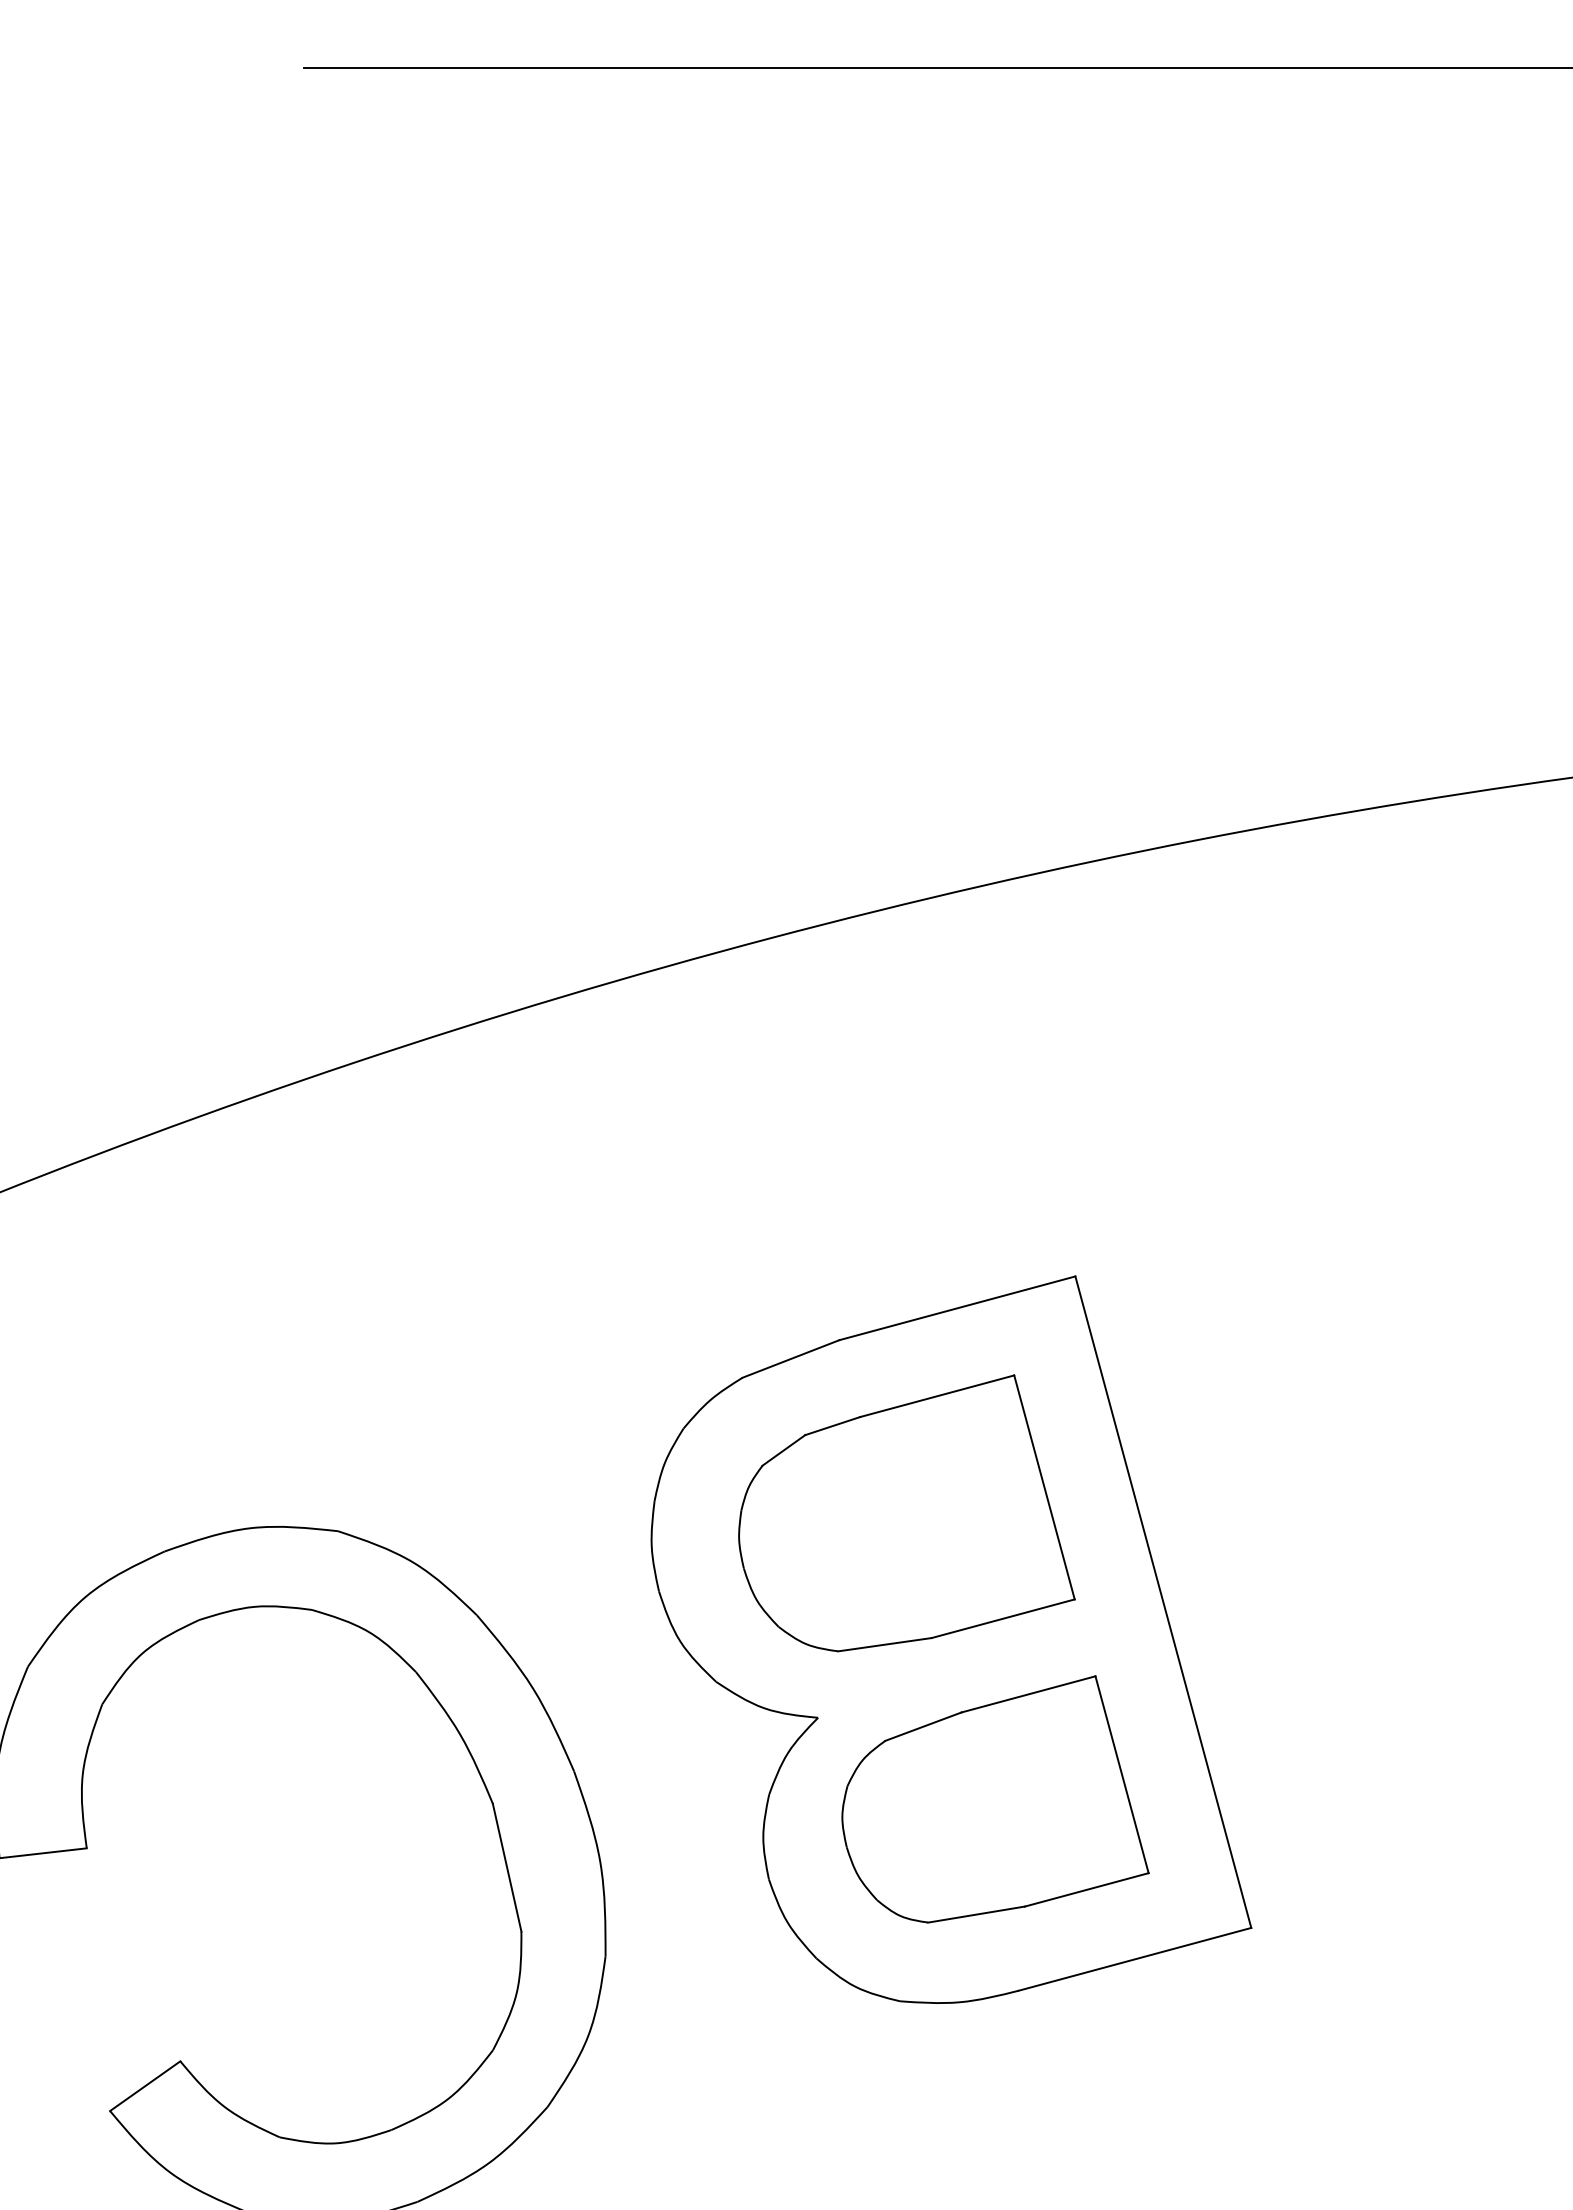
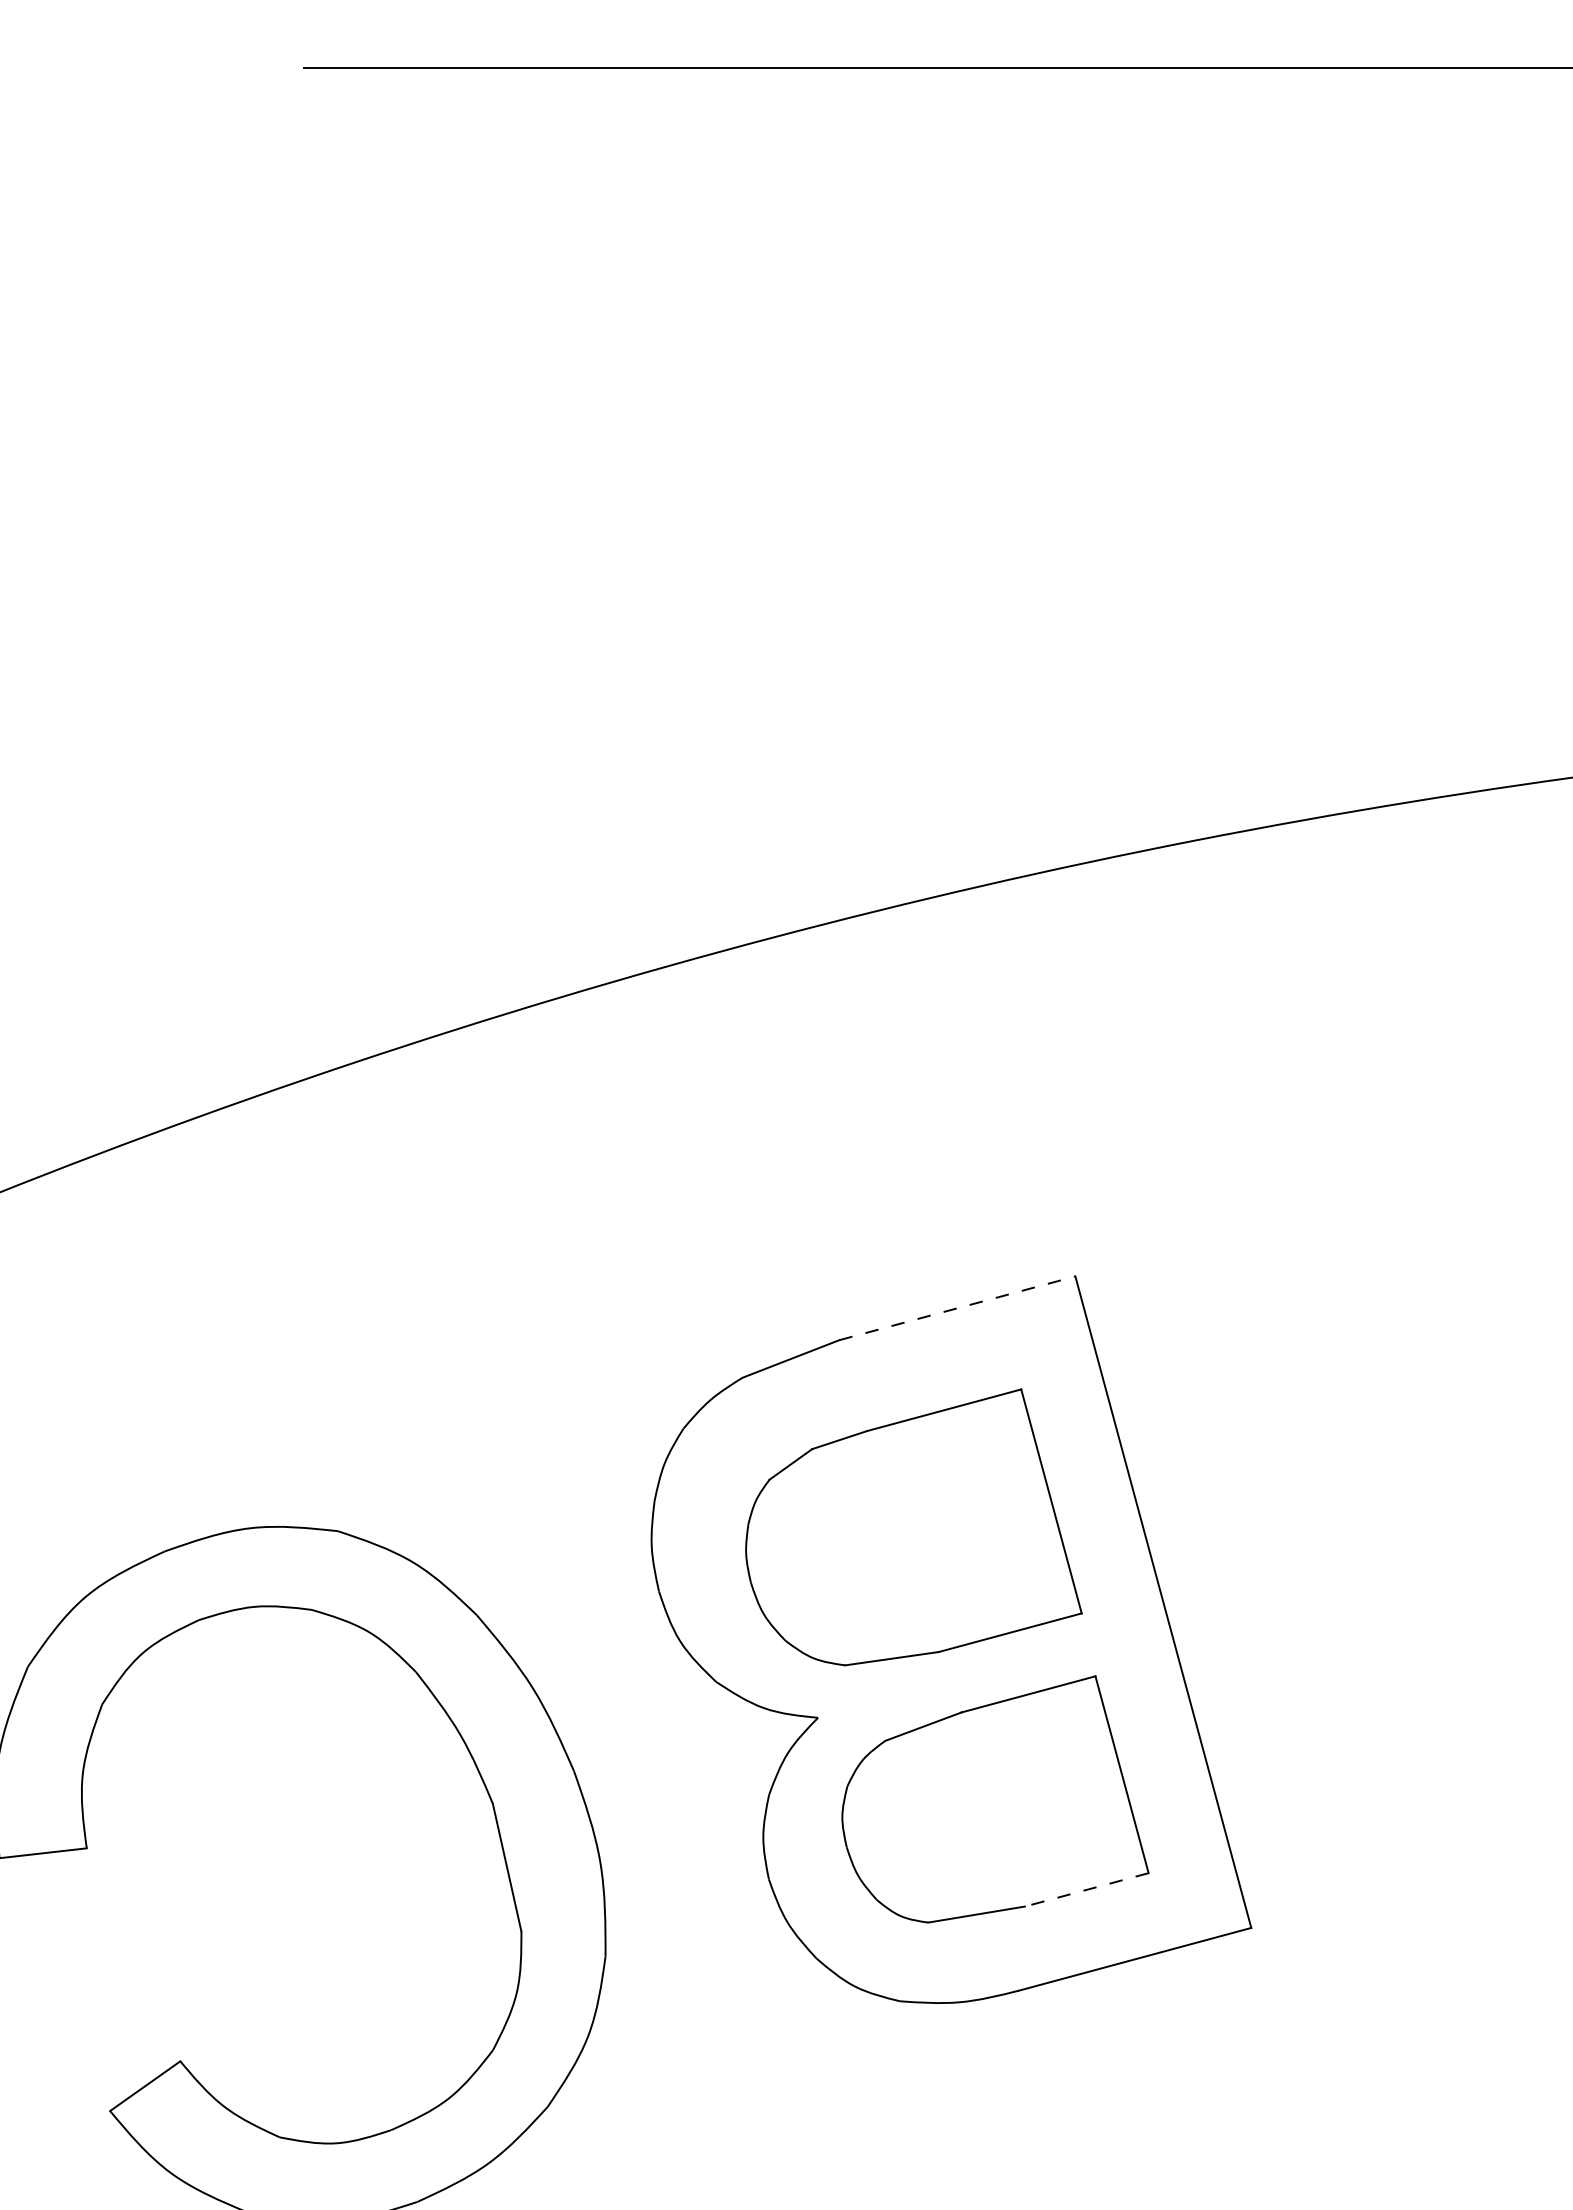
line at (957, 1308): solid -> dashed
part at (906, 1513) position: (906, 1513) -> (913, 1527)
line at (1086, 1890): solid -> dashed
